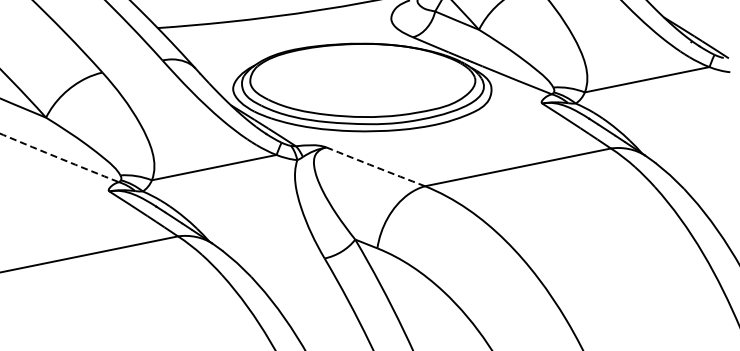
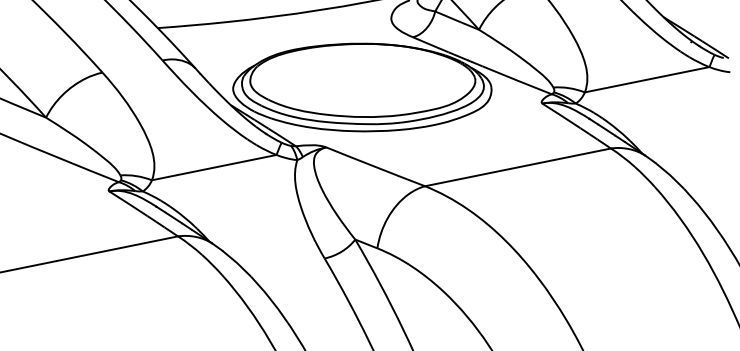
arc at (60, 158): dashed -> solid
arc at (375, 167): dashed -> solid
